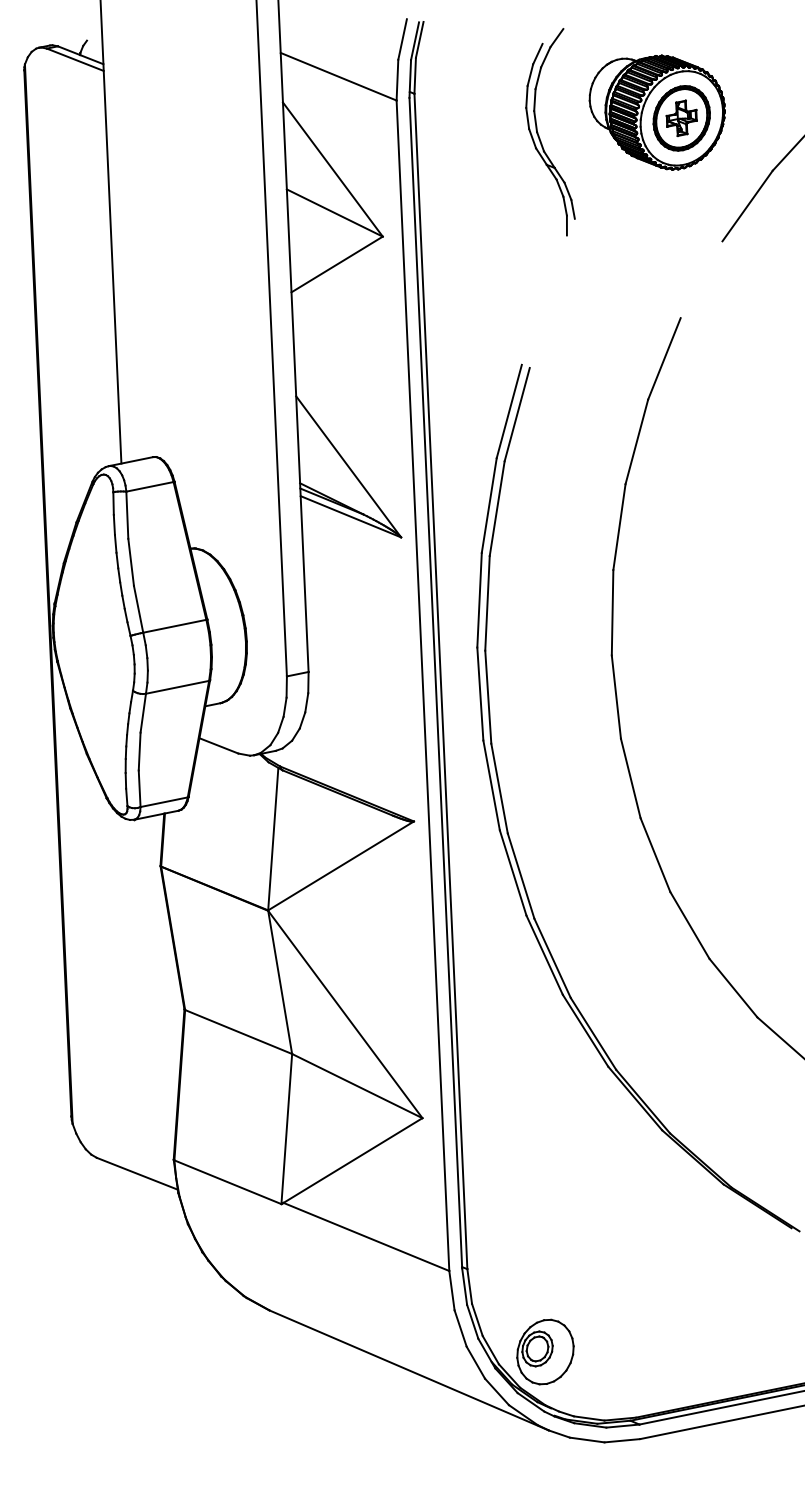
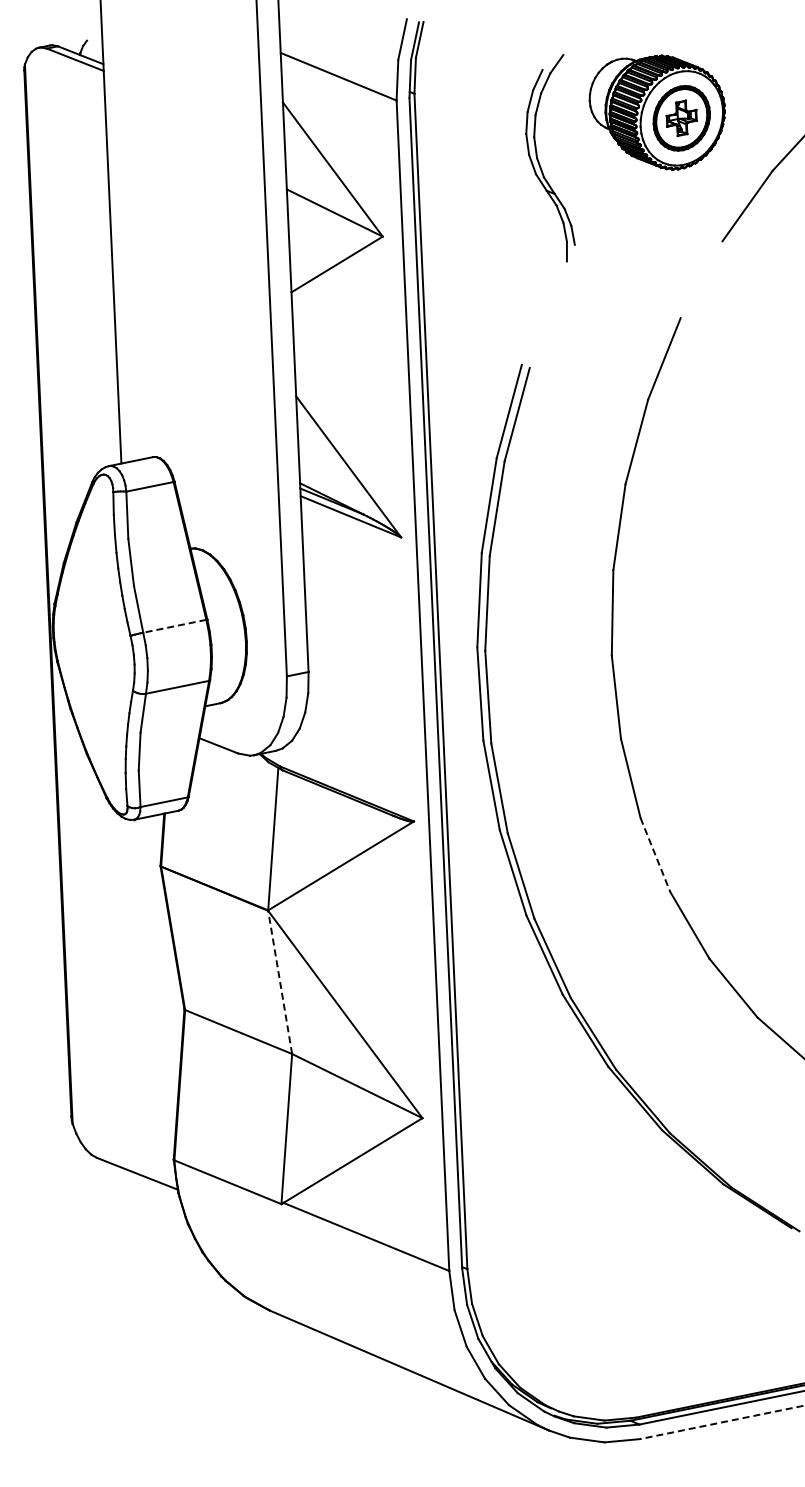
part at (539, 135) position: (539, 135) -> (539, 161)
line at (174, 626): solid -> dashed
line at (655, 855): solid -> dashed
line at (280, 982): solid -> dashed
part at (545, 1351): present -> none
line at (722, 1422): solid -> dashed
